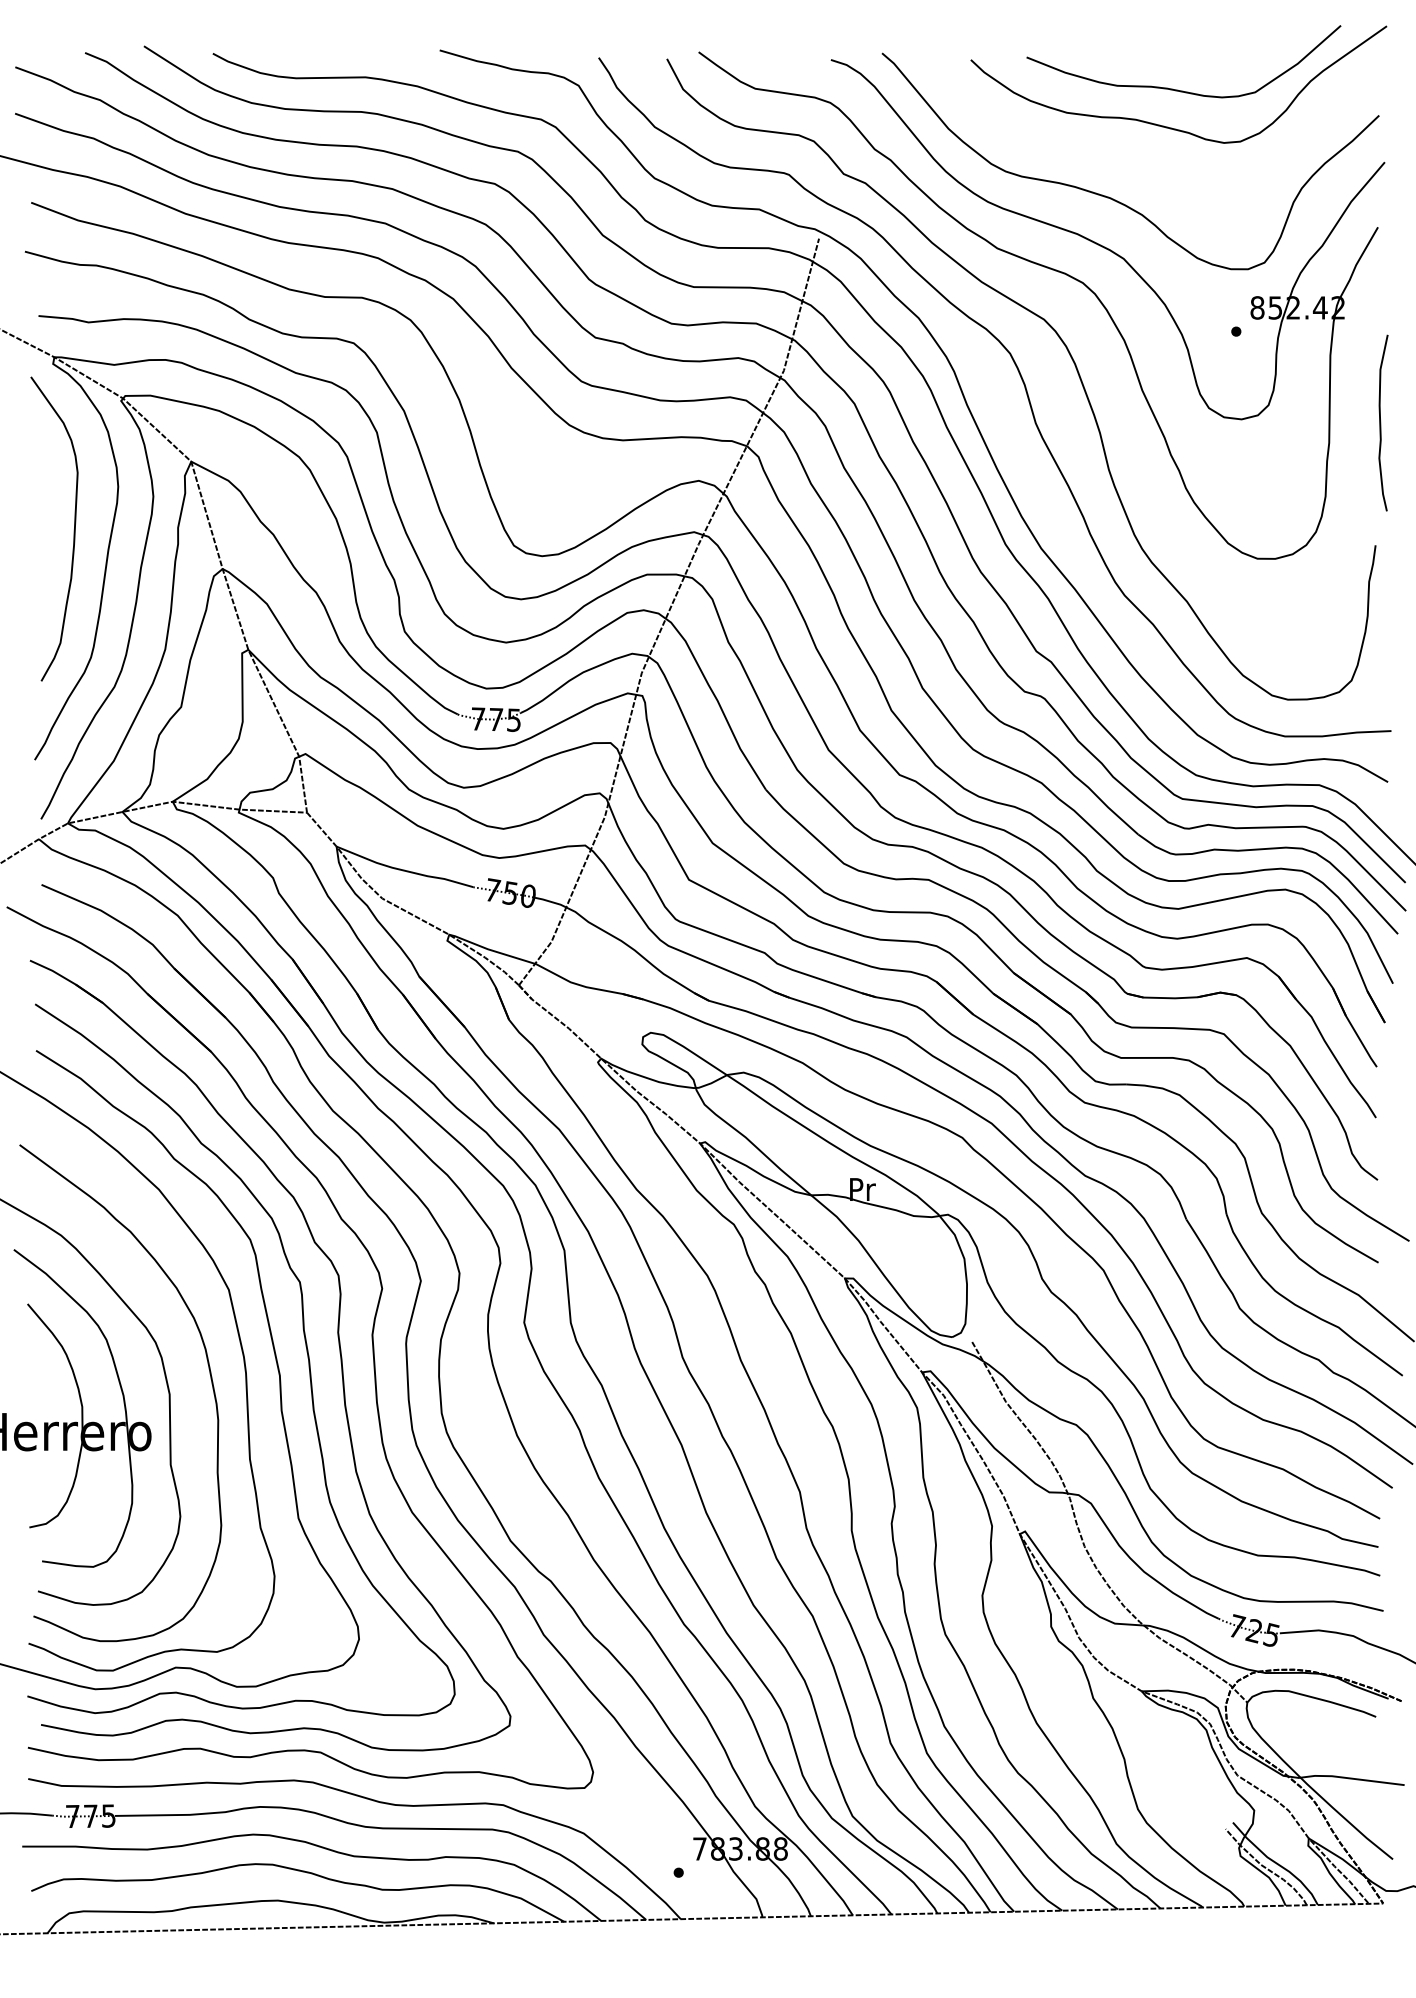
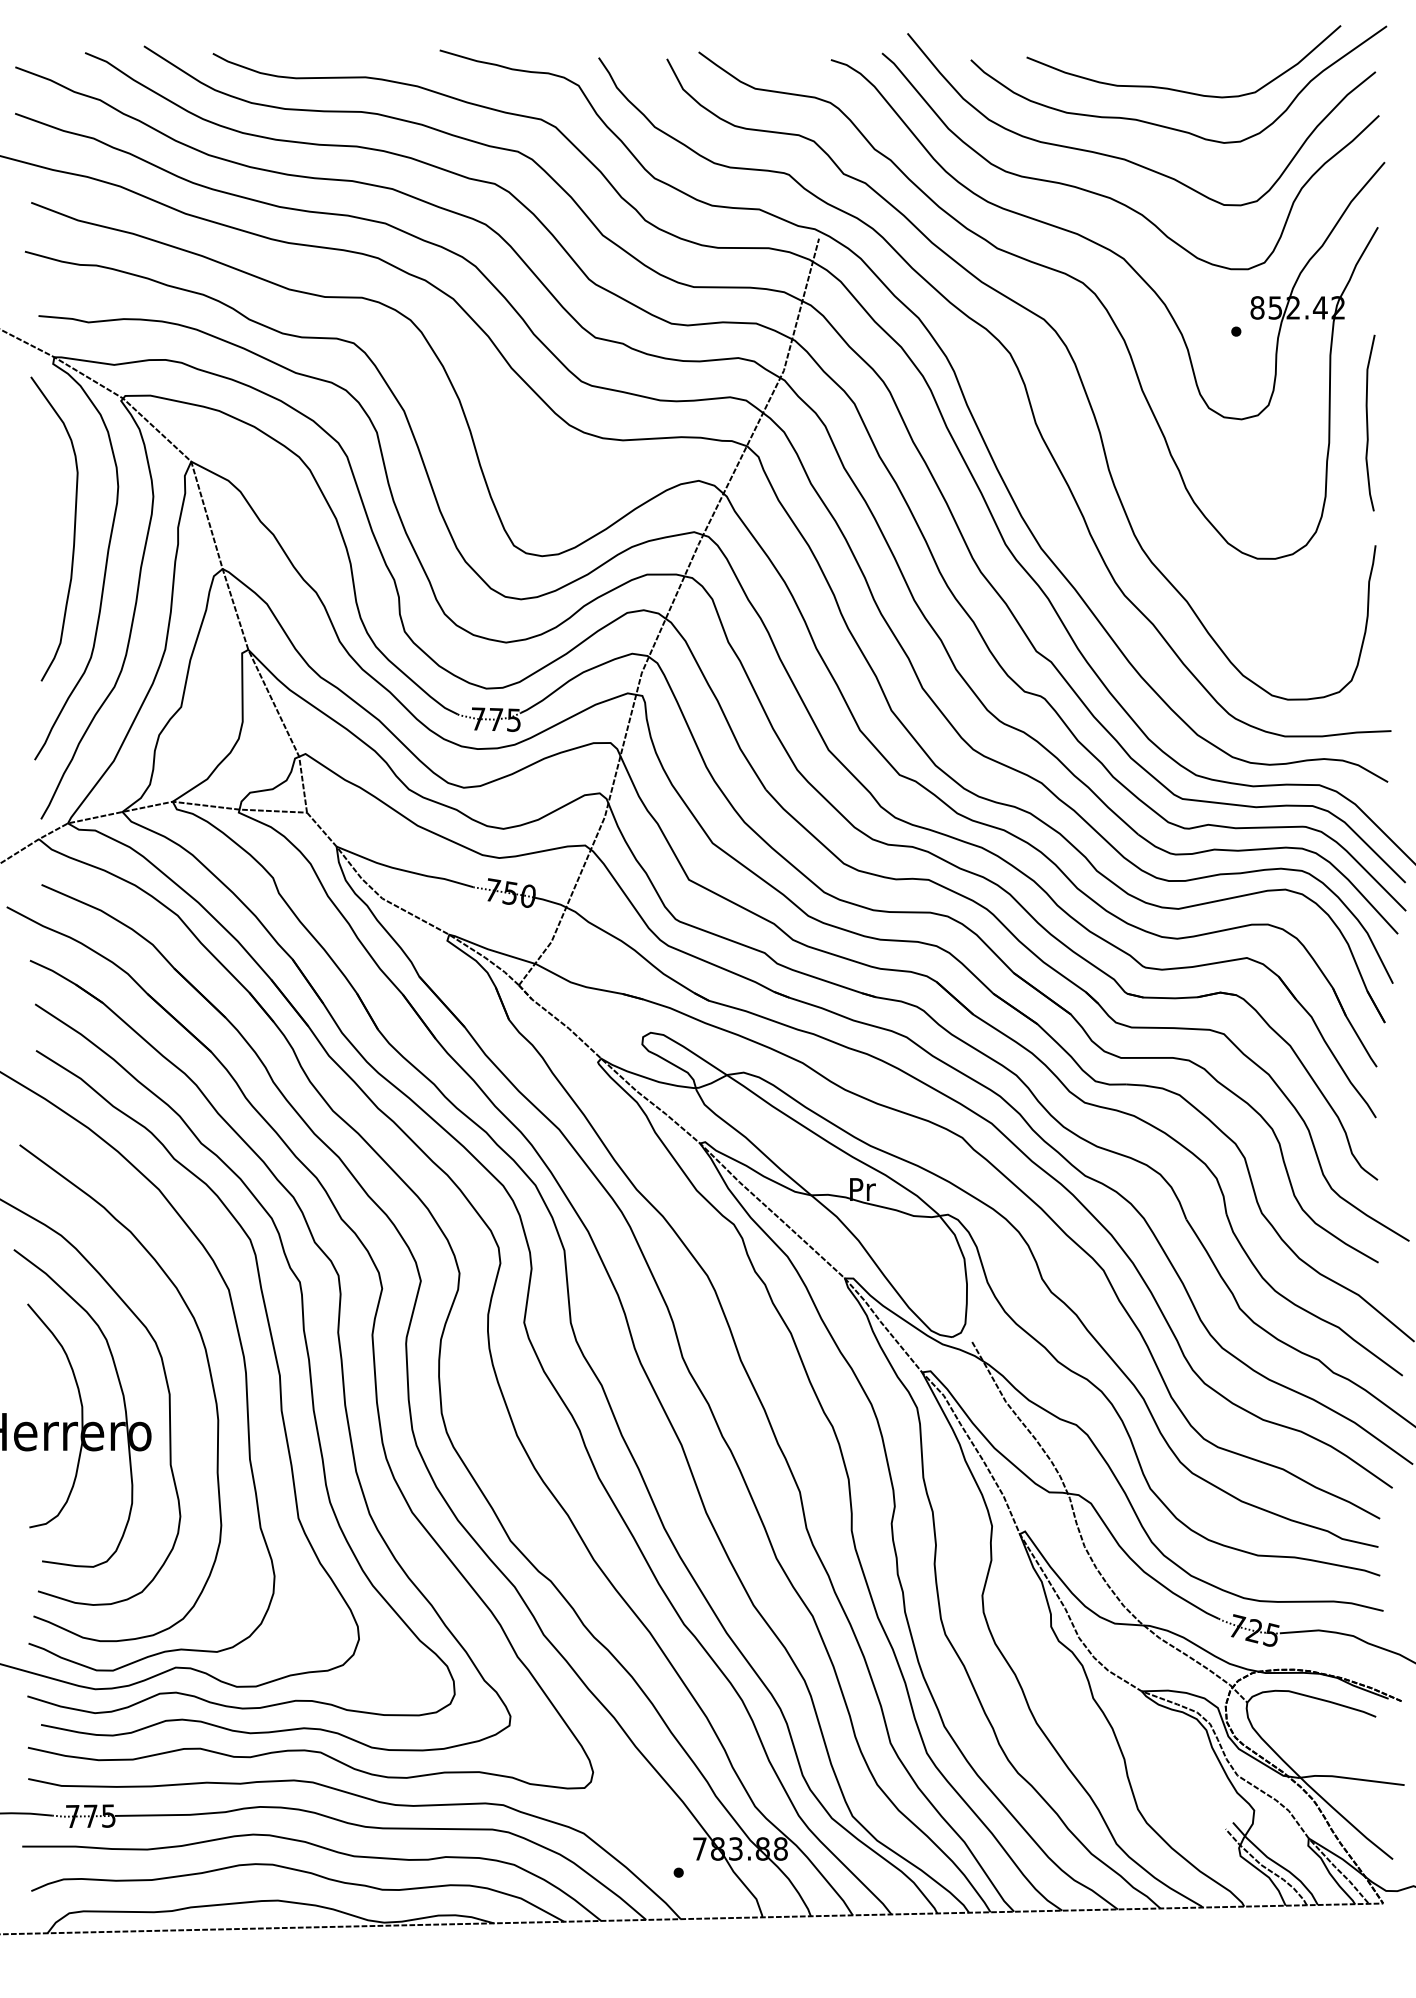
curve at (1125, 158): none -> present
curve at (1381, 422) position: (1381, 422) -> (1368, 422)
